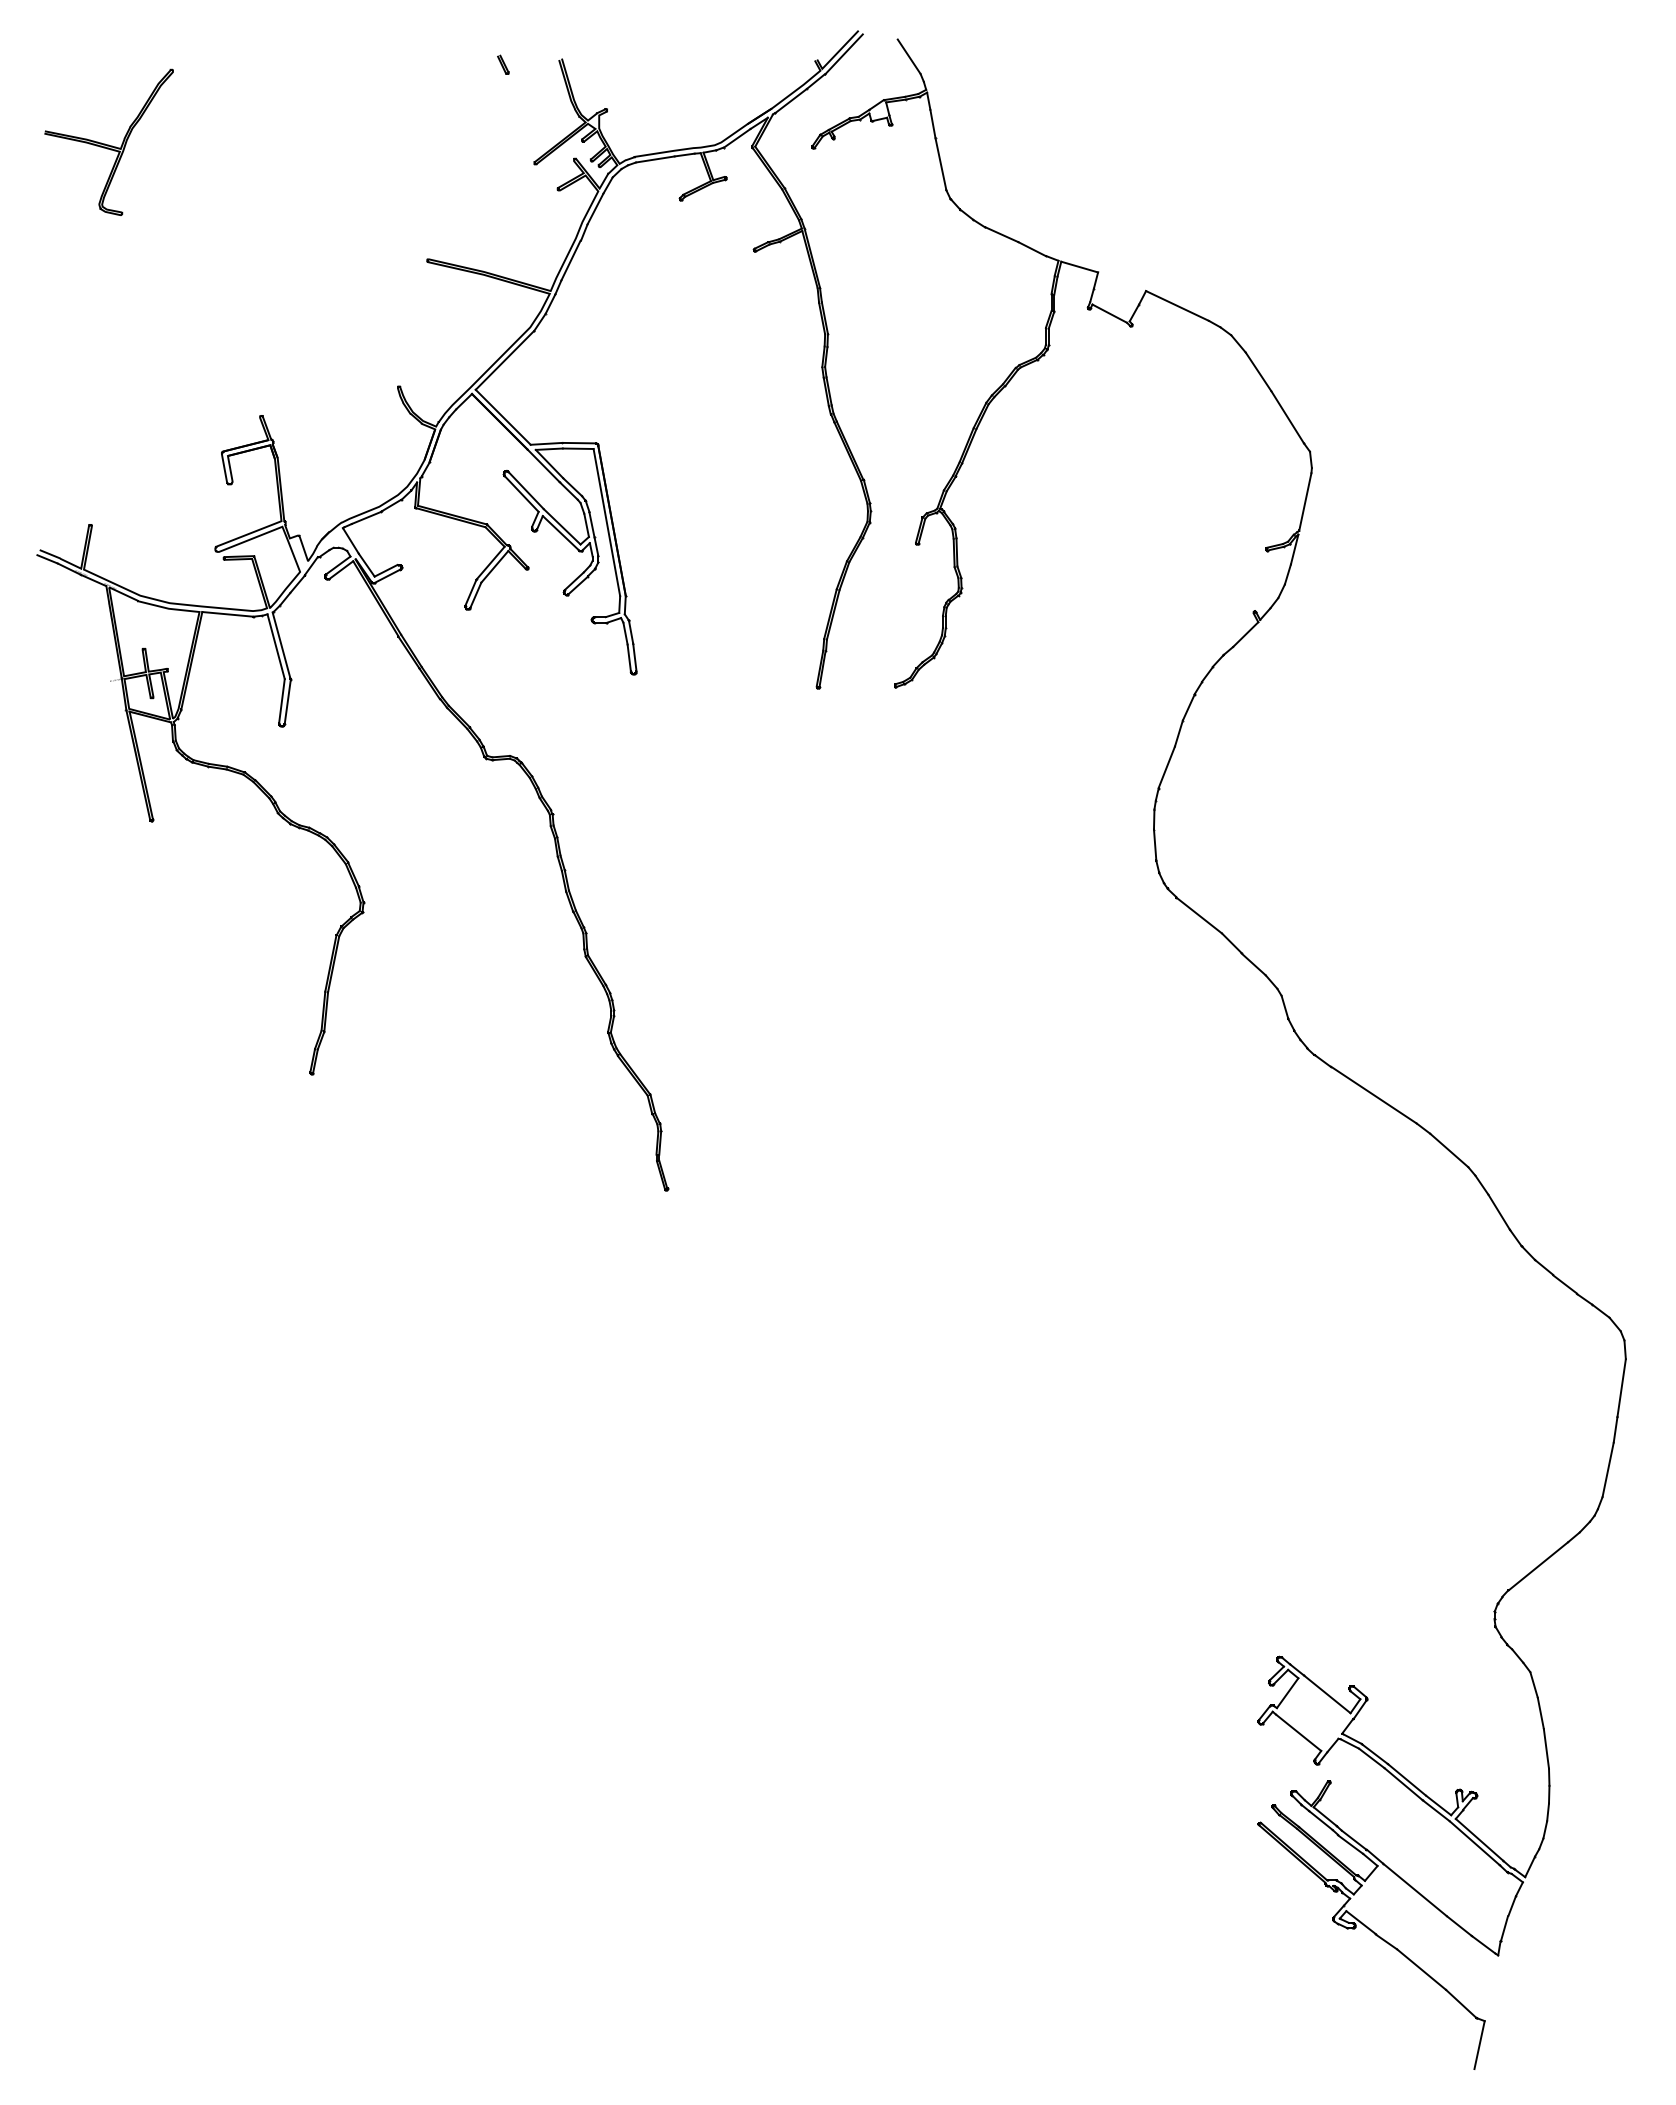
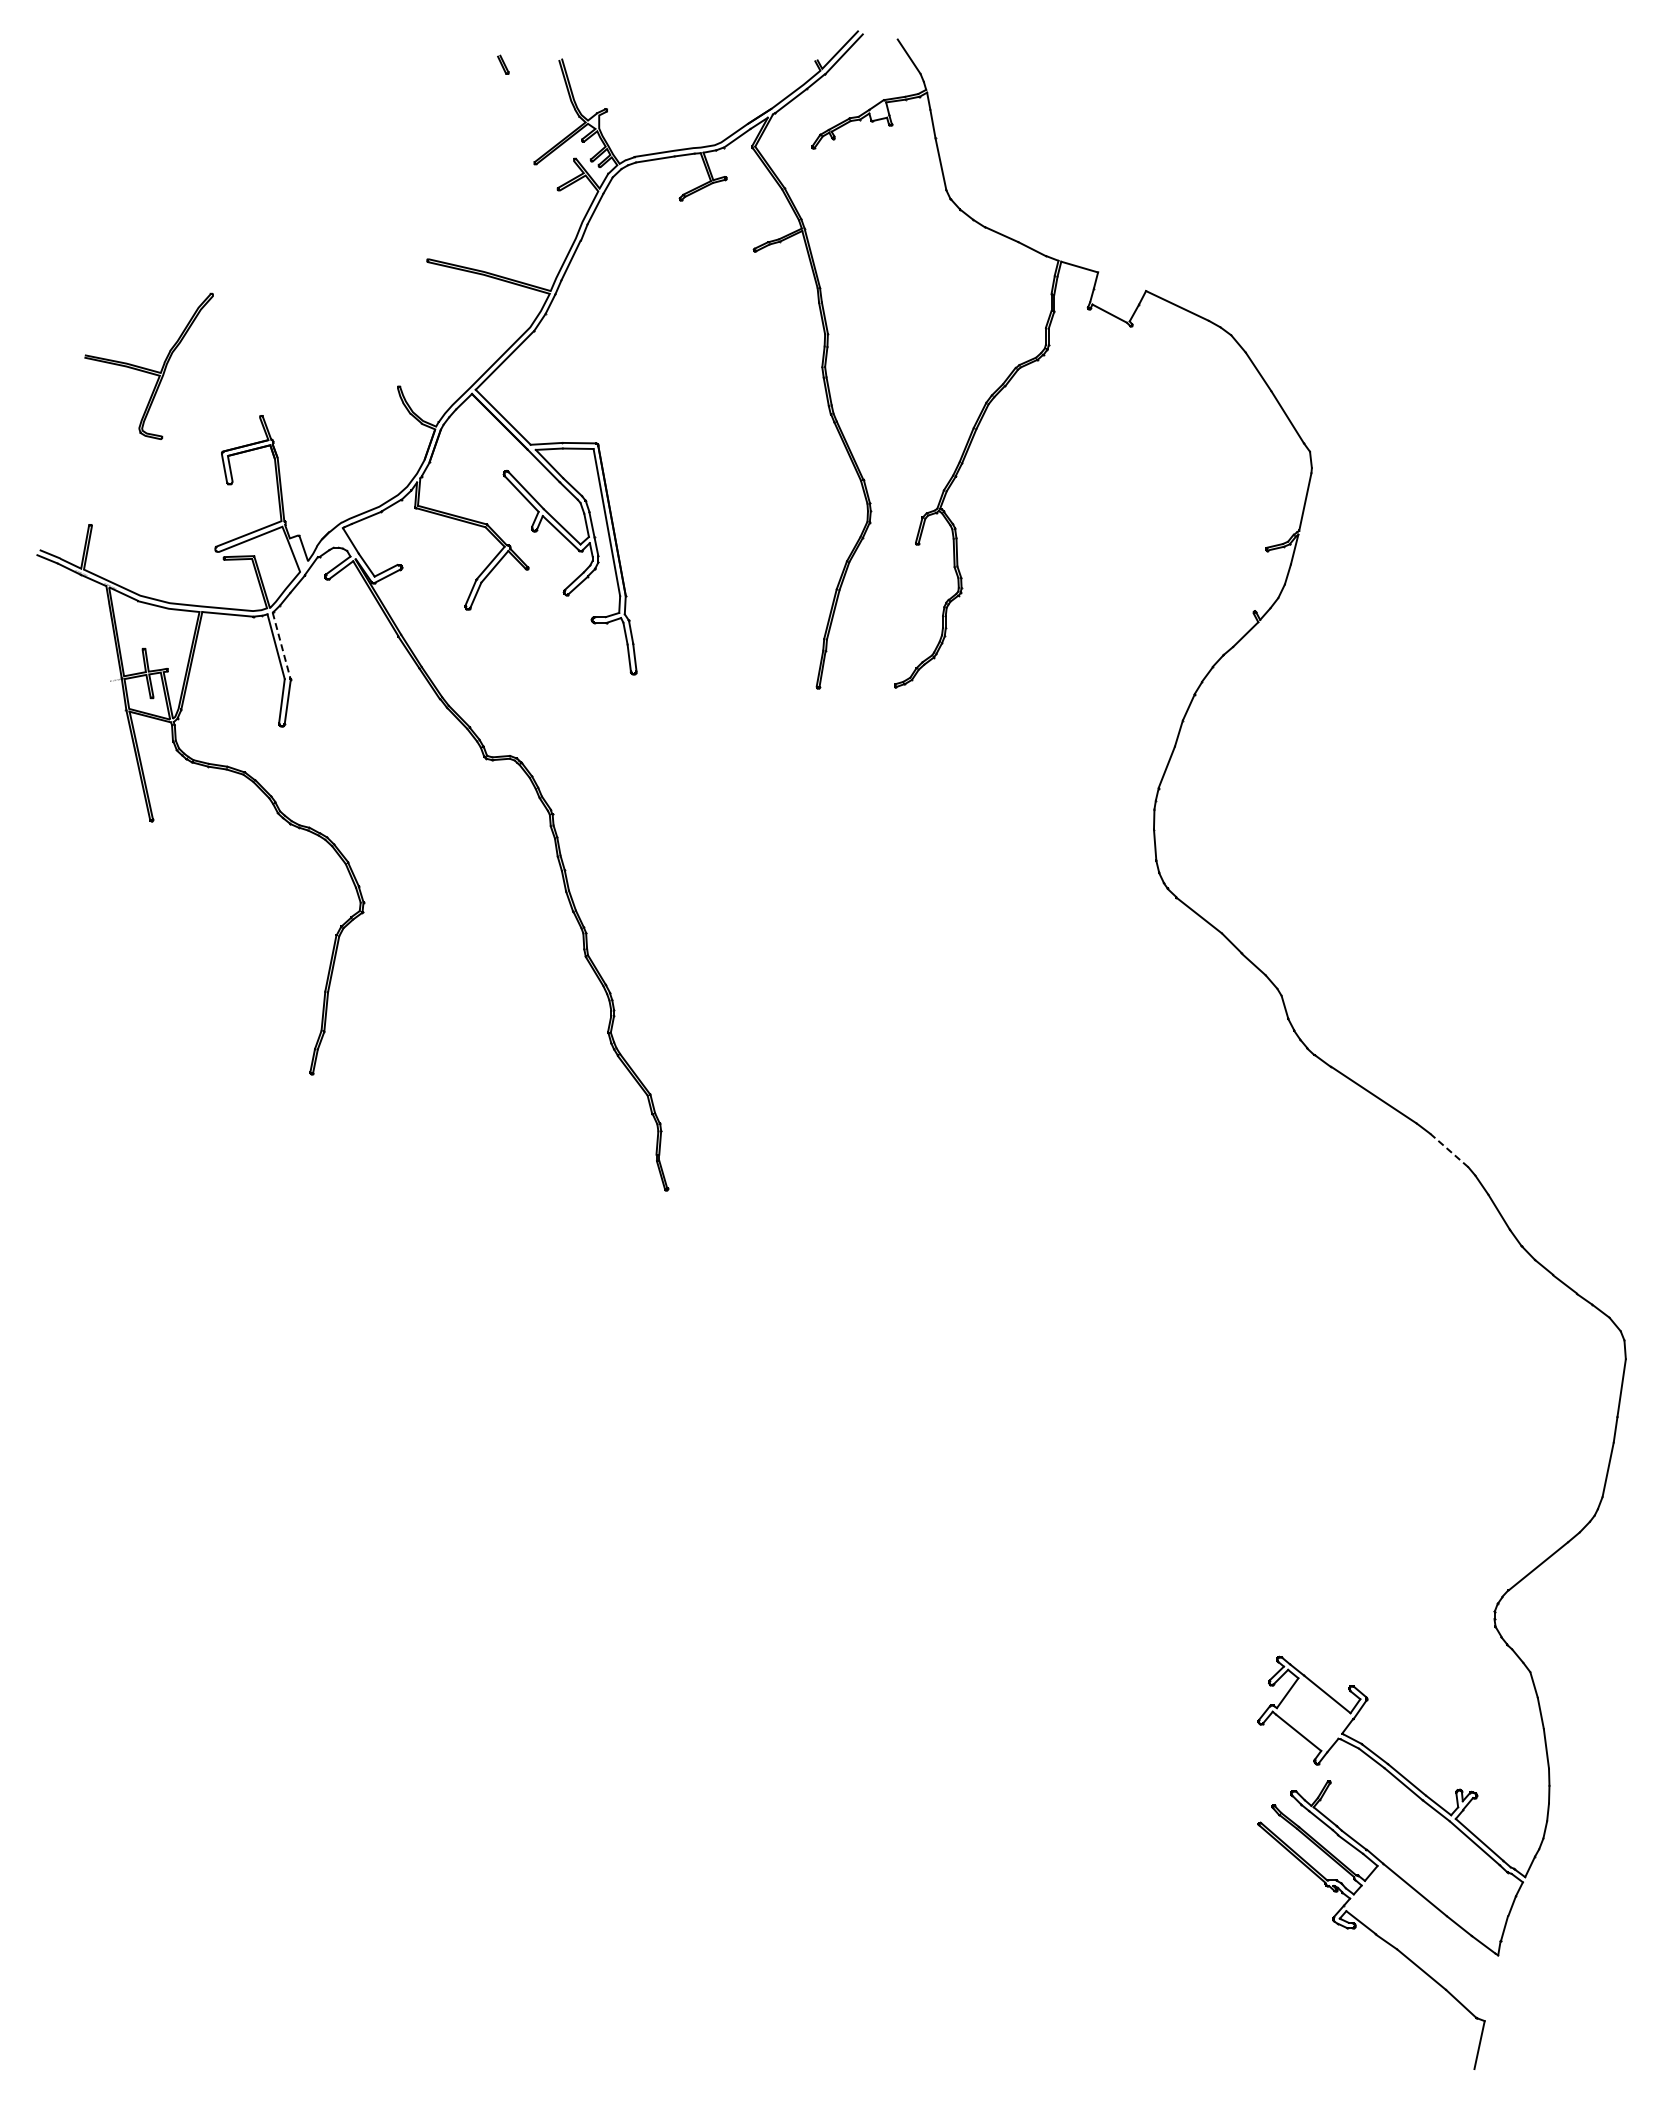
curve at (108, 144) position: (108, 144) -> (148, 368)
line at (281, 645): solid -> dashed
line at (1448, 1150): solid -> dashed
